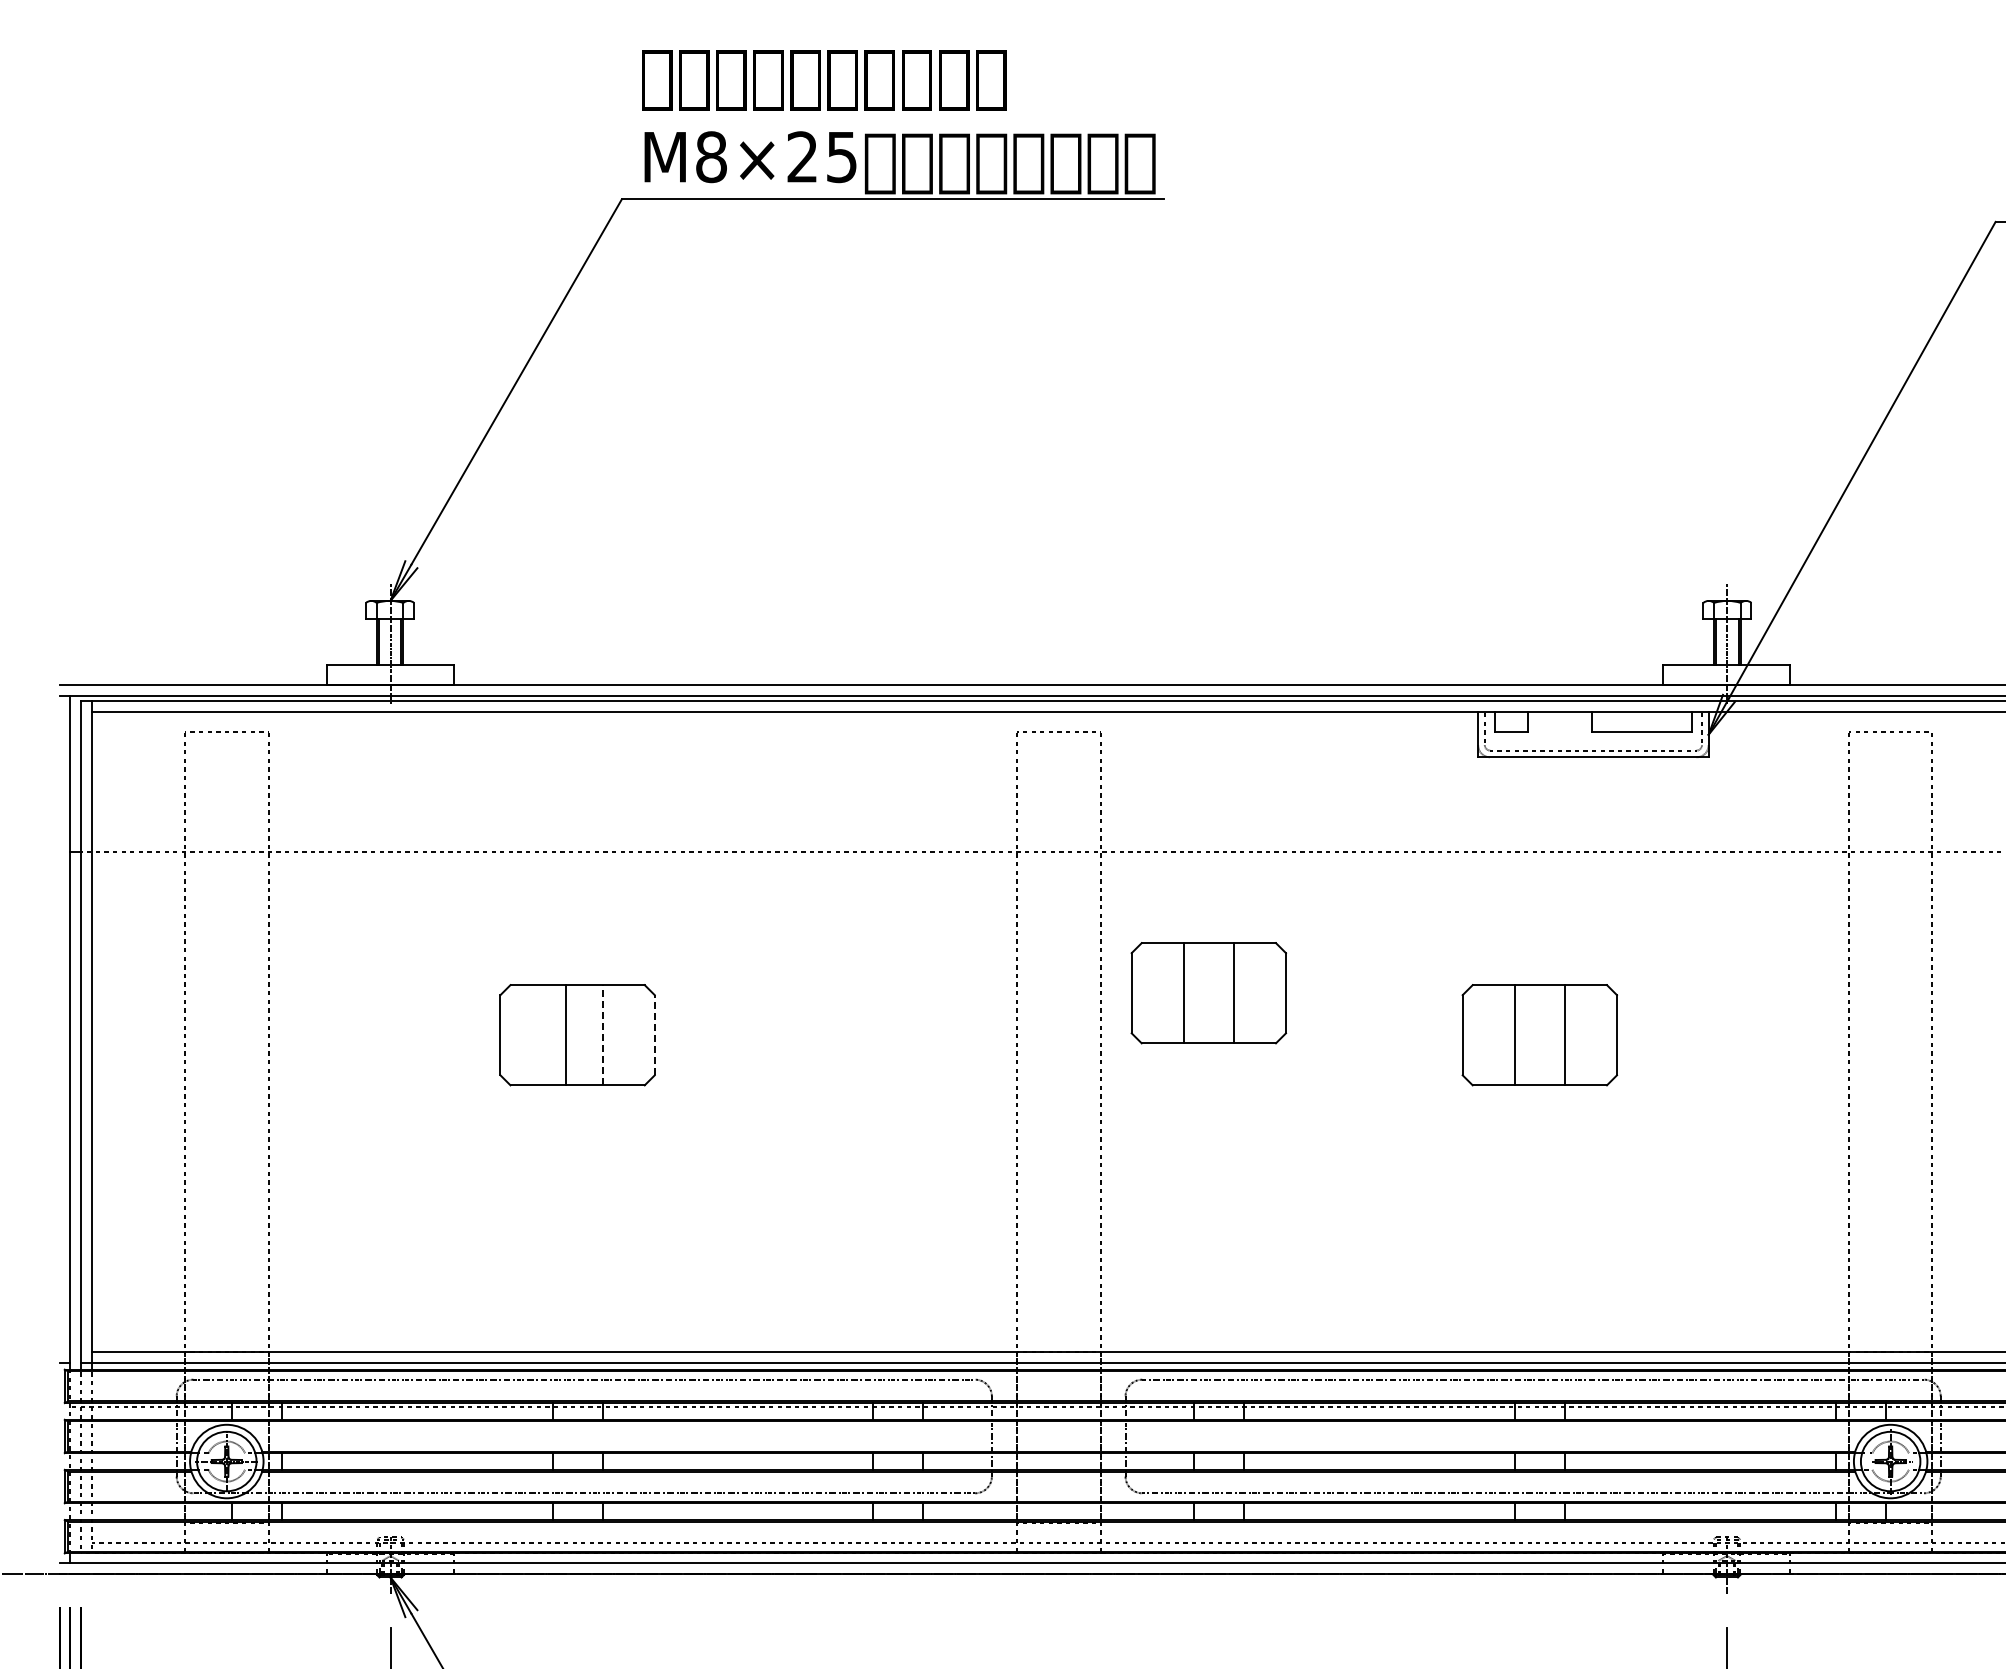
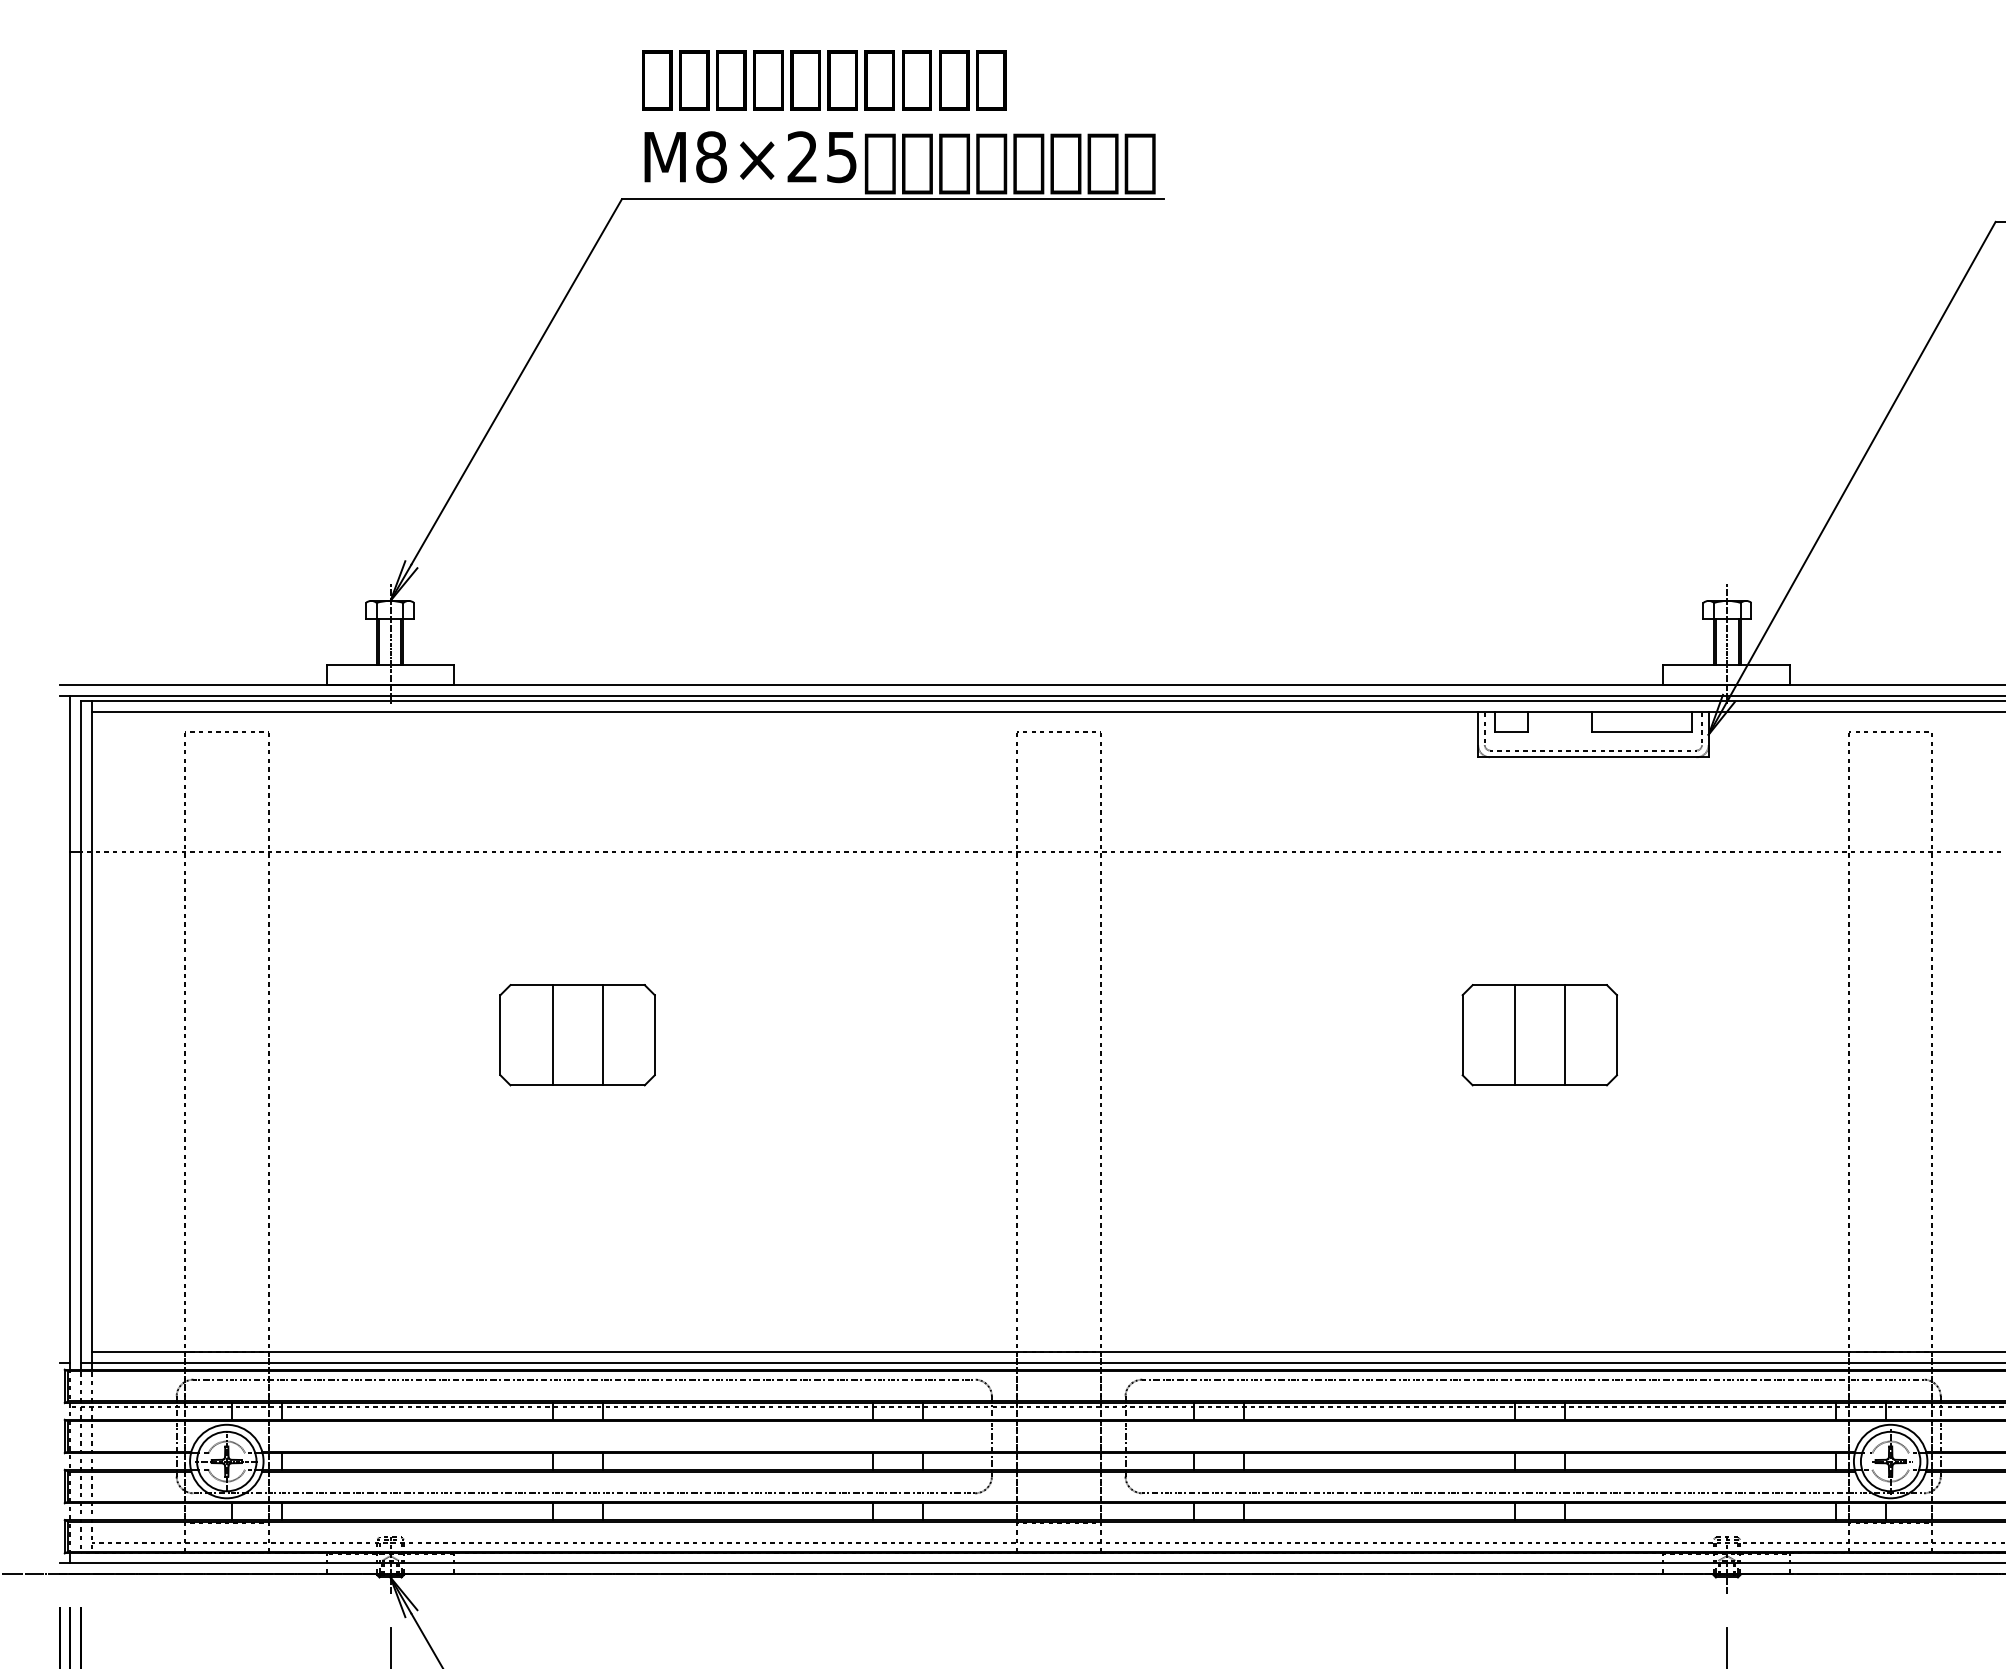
part at (1208, 993): present -> none
line at (602, 1034): dashed -> solid
line at (654, 1034): dashed -> solid
line at (565, 1035) position: (565, 1035) -> (552, 1035)
